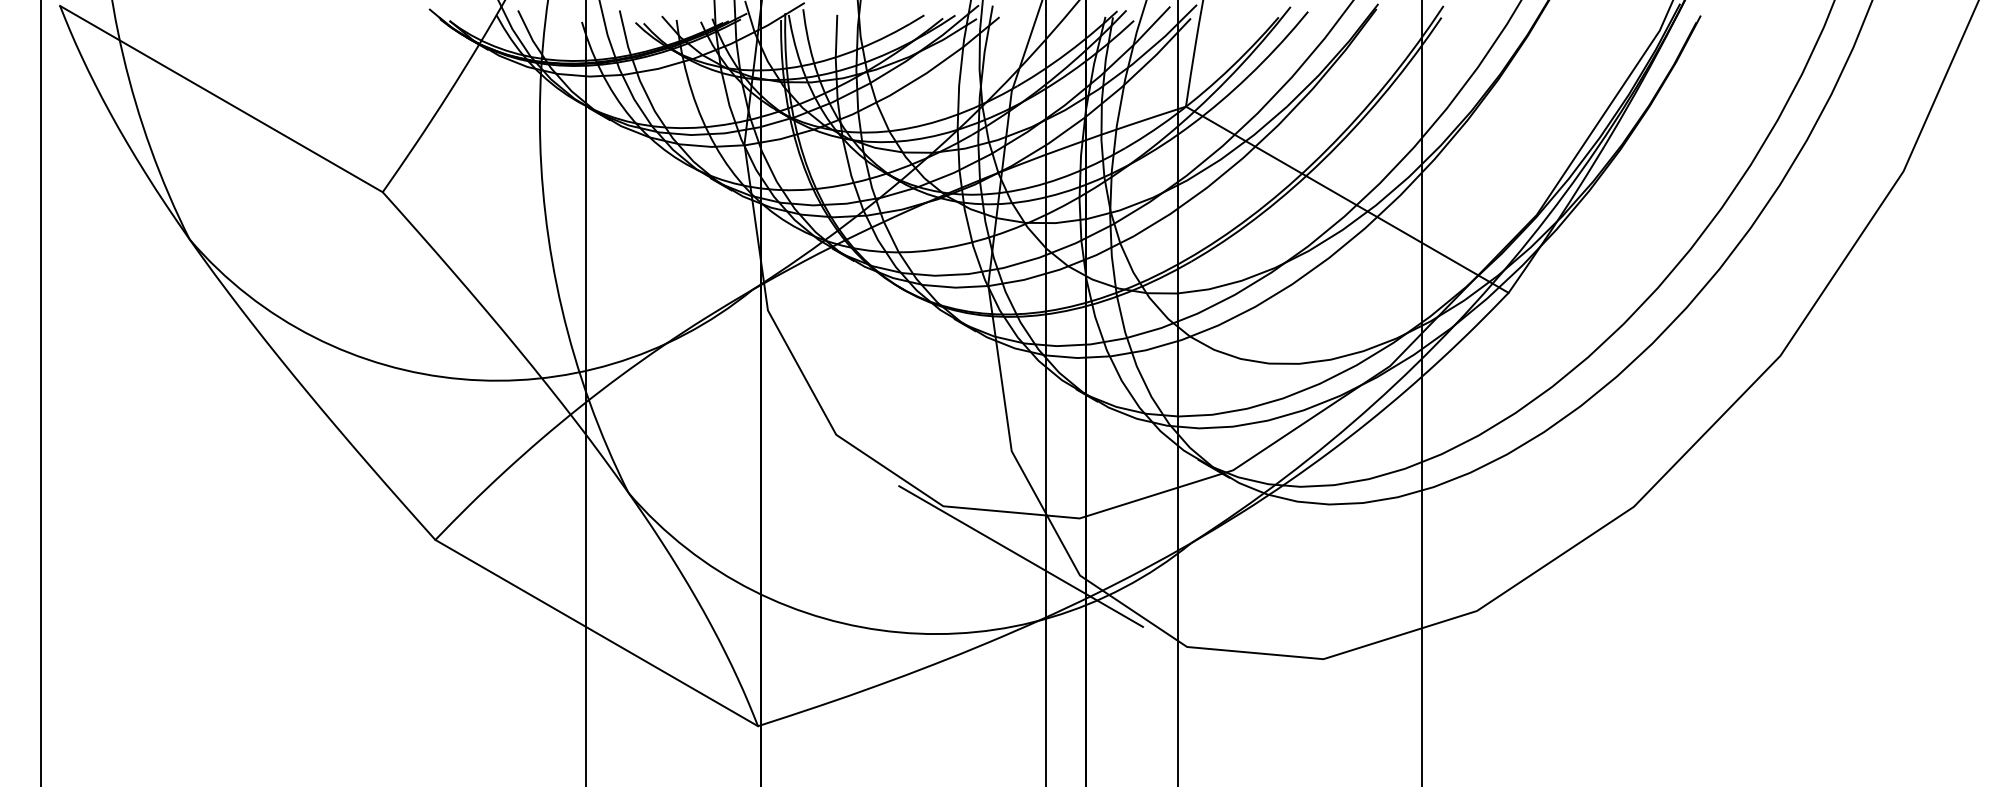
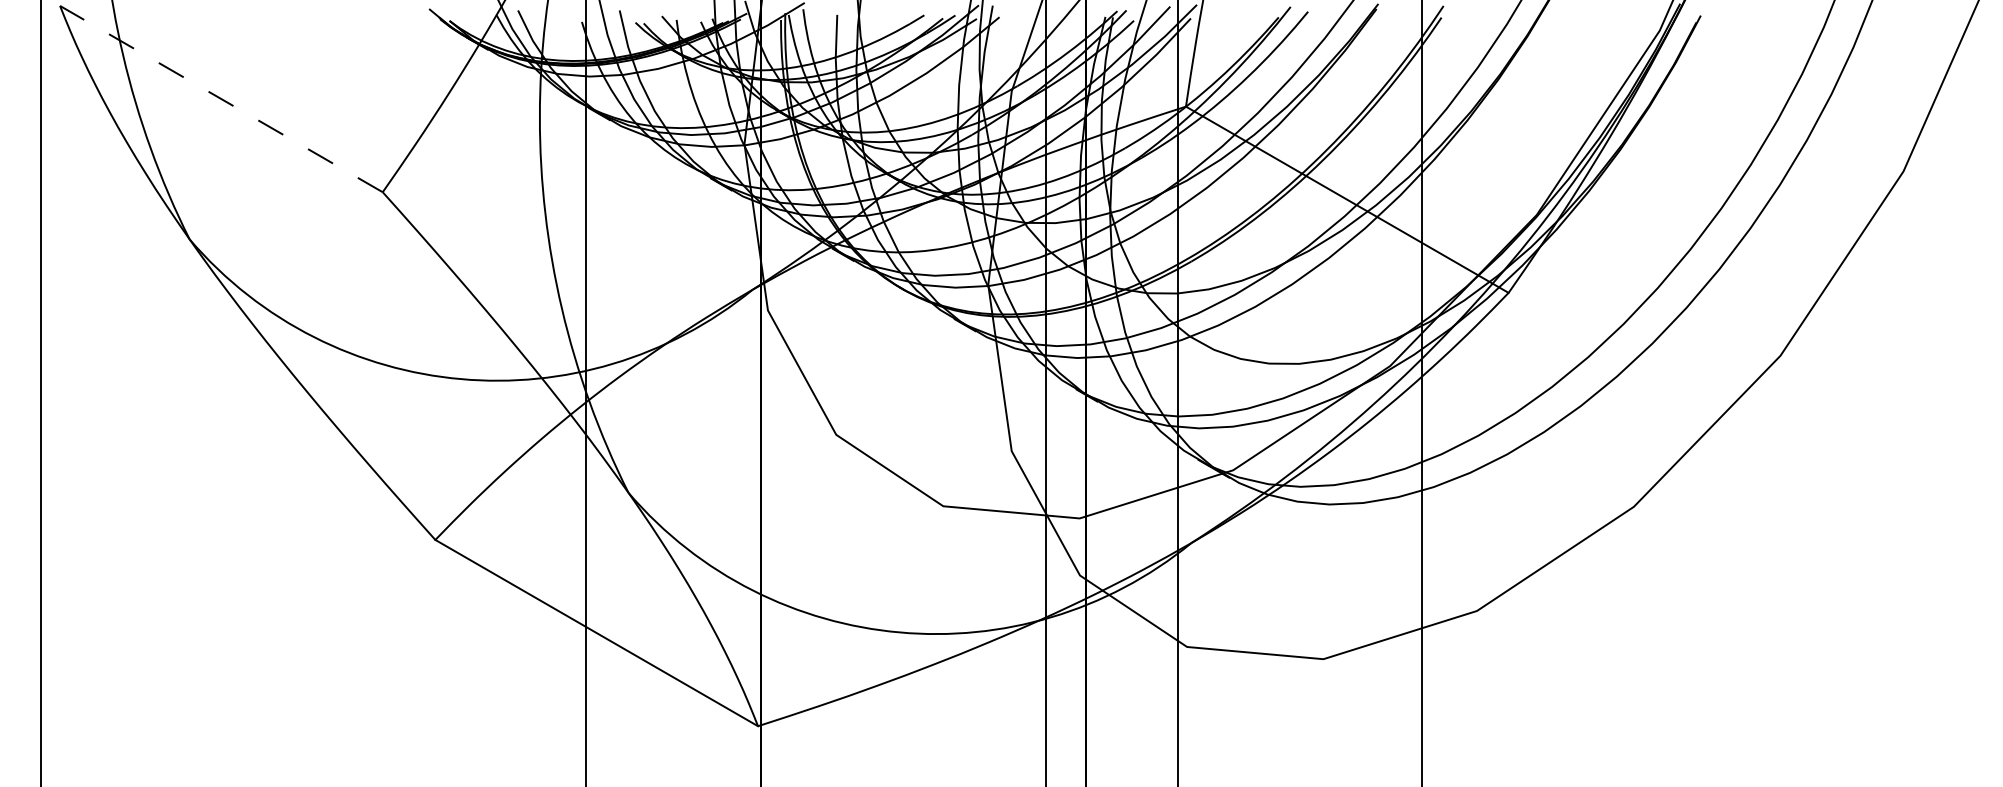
line at (220, 98): solid -> dashed
line at (1020, 556): present -> none
